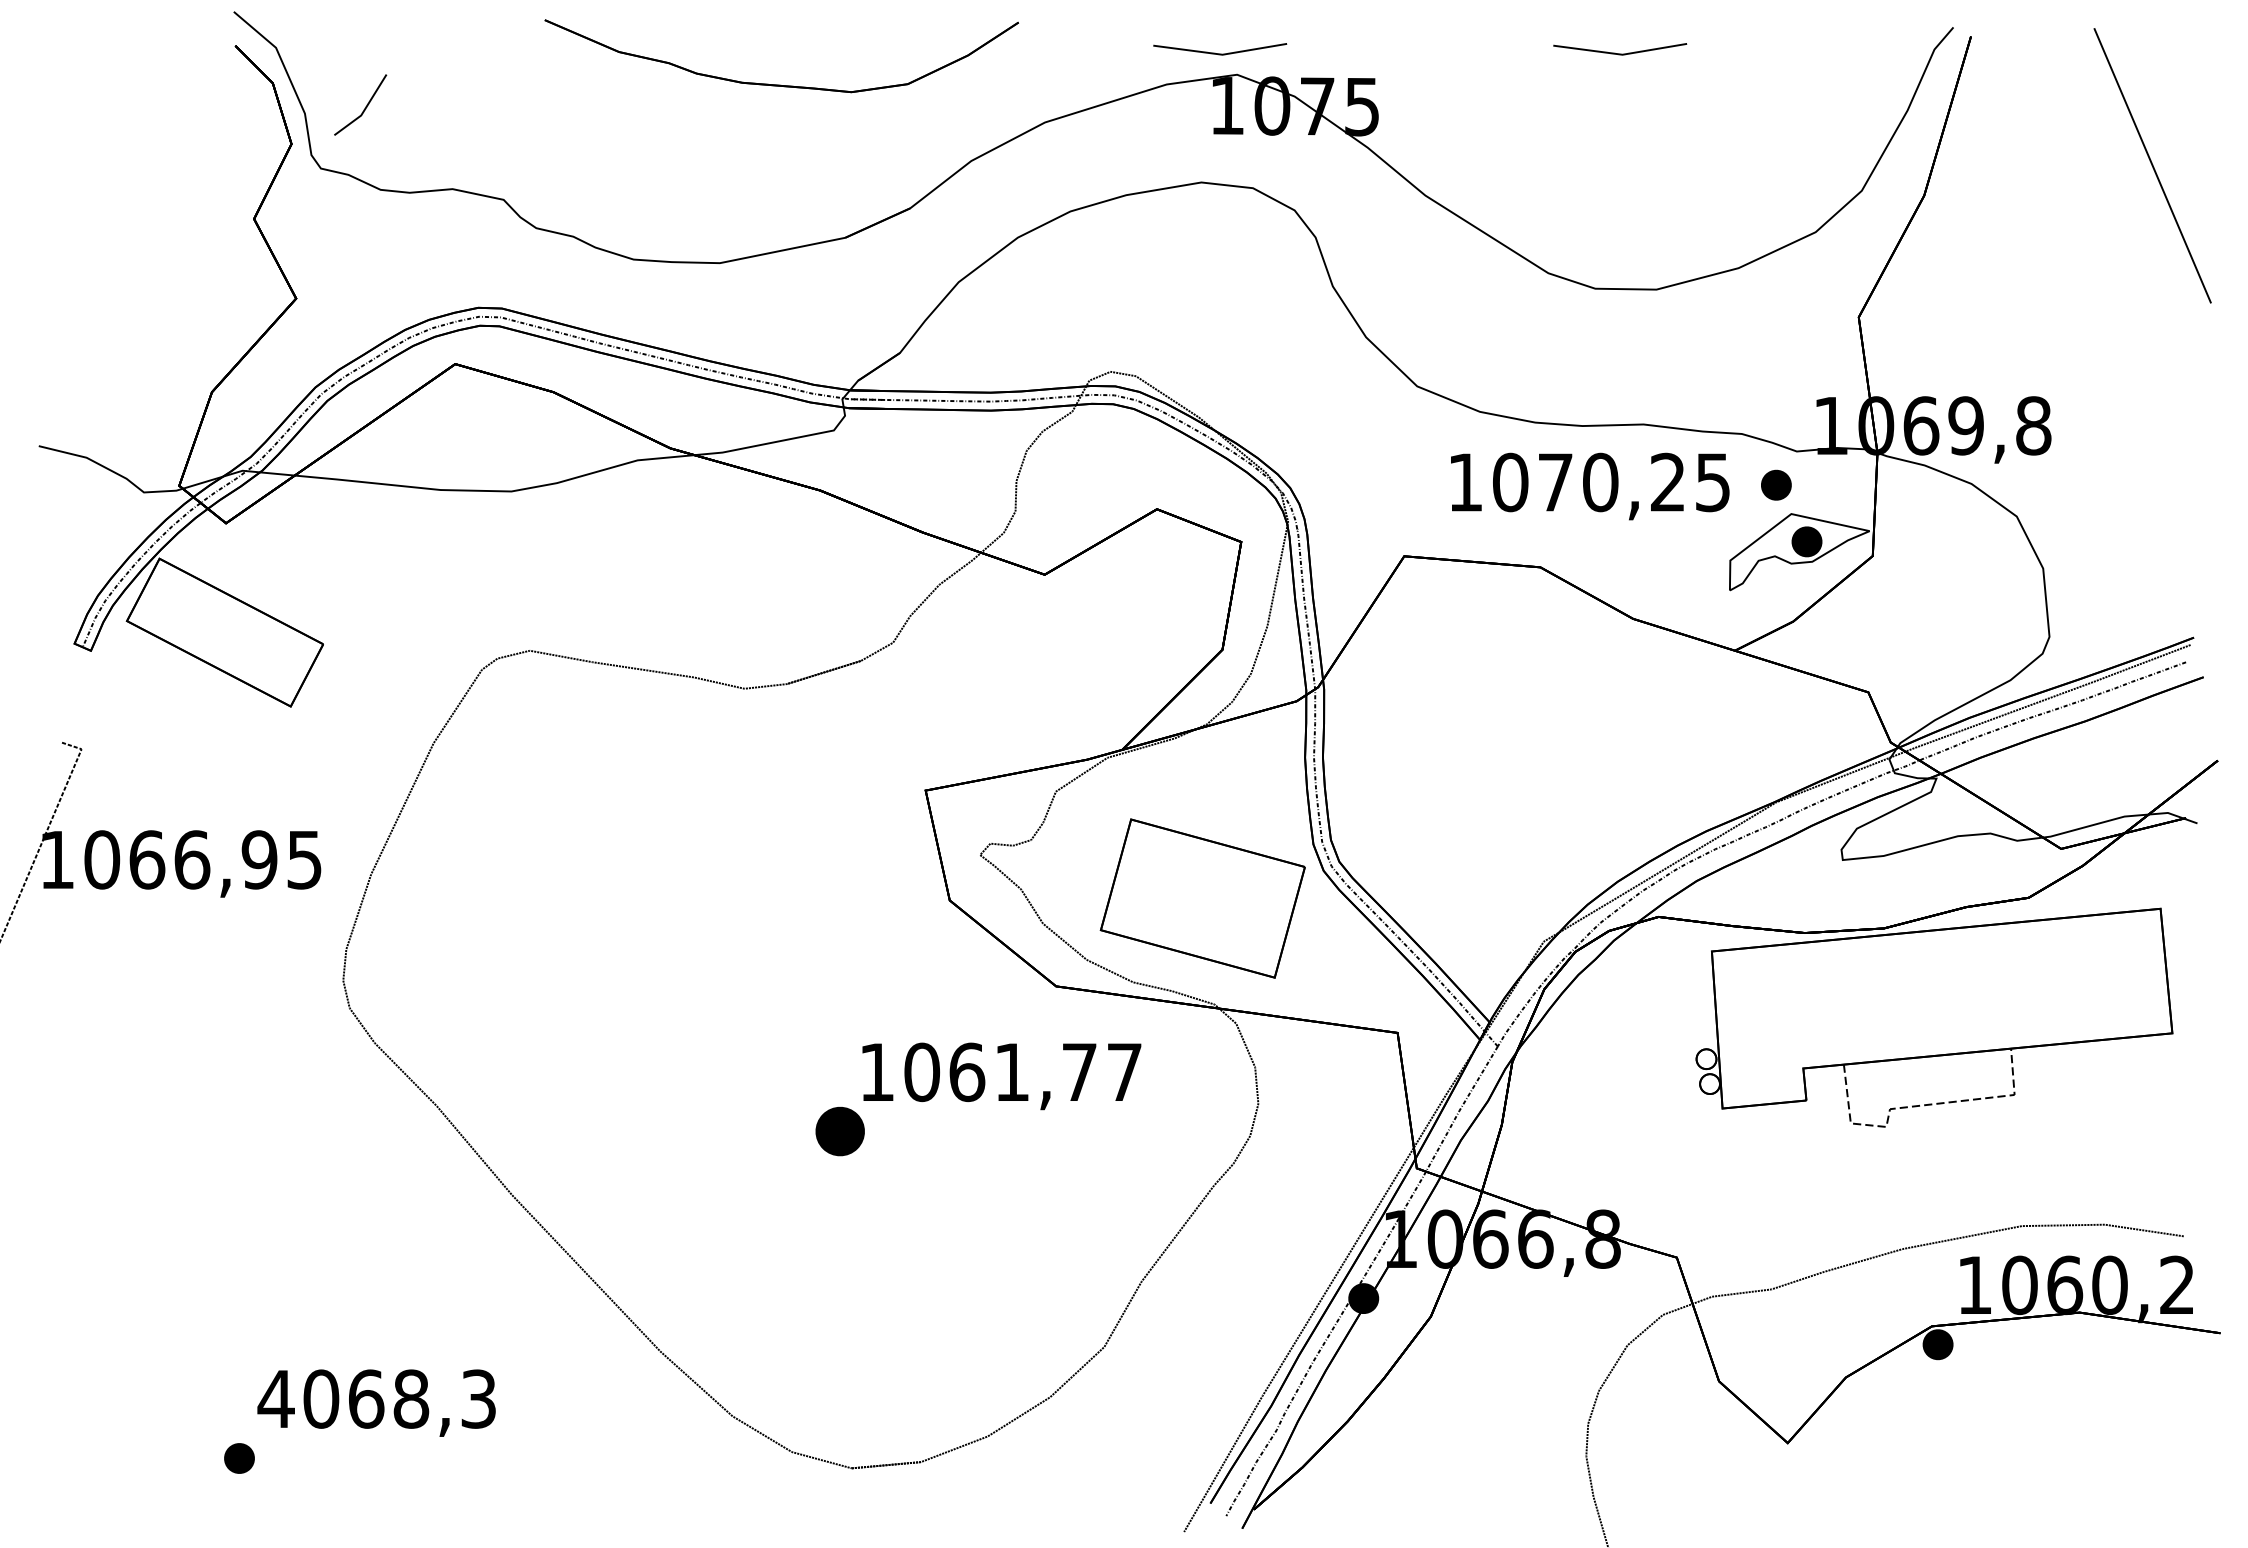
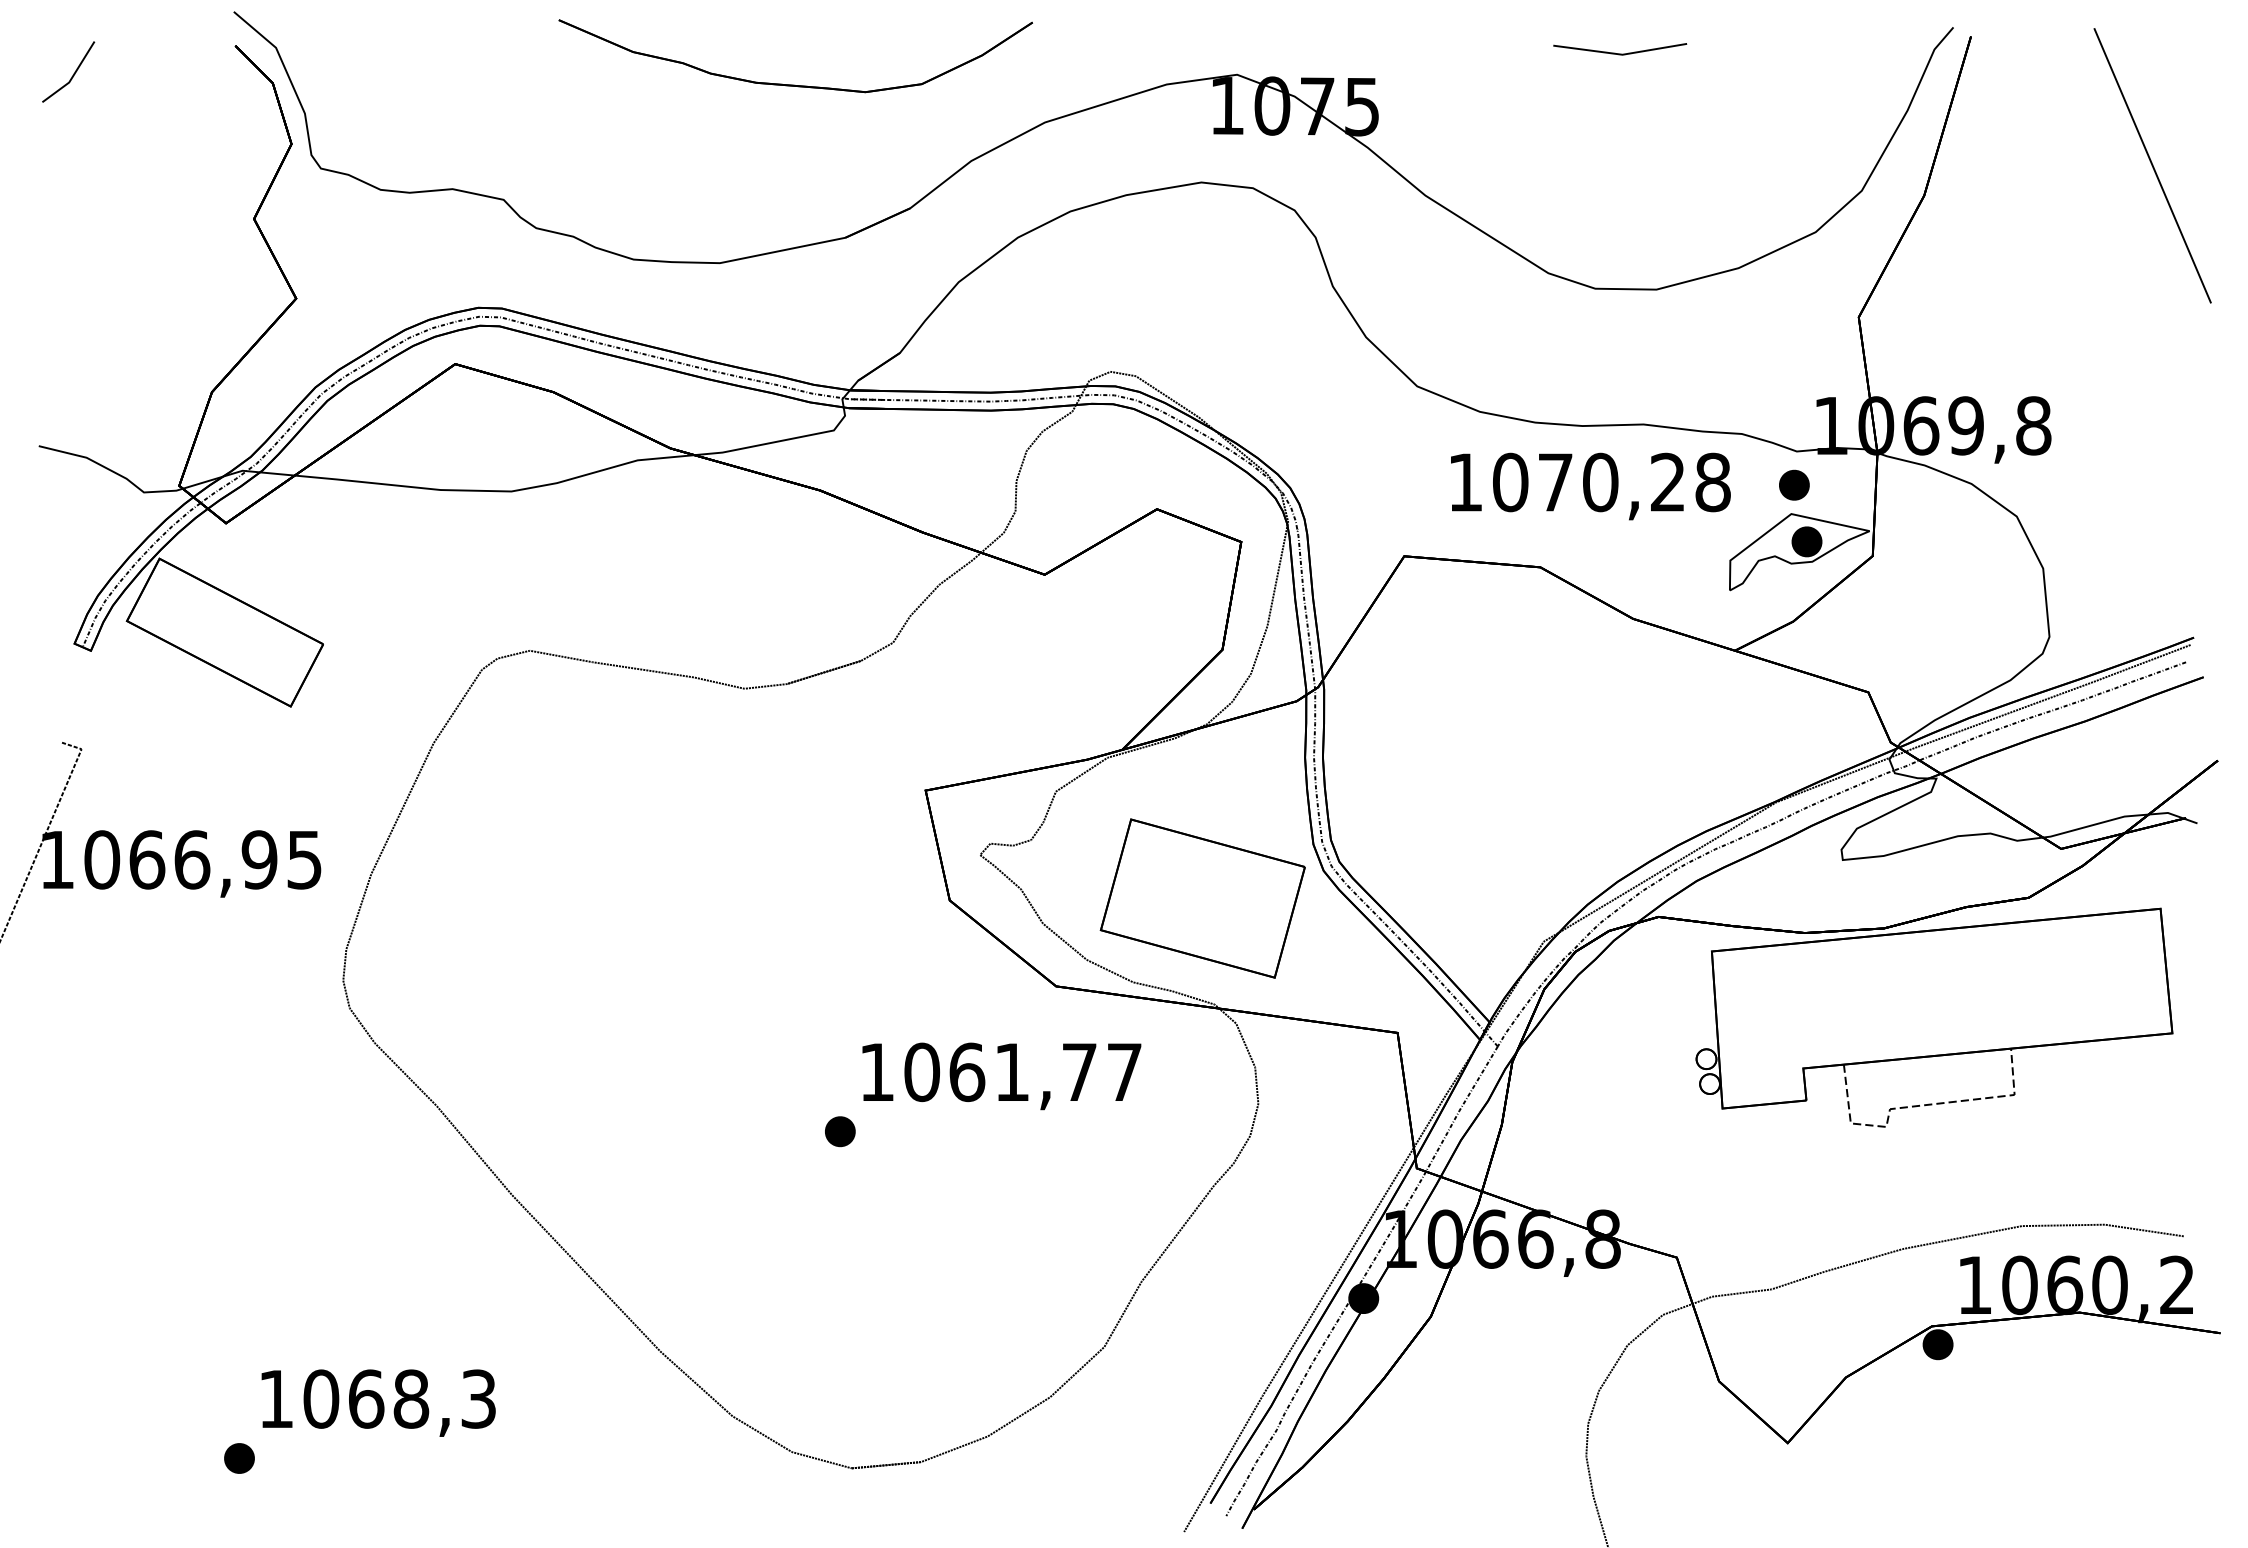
line at (1220, 53): present -> none
part at (780, 84) position: (780, 84) -> (794, 84)
line at (365, 106) position: (365, 106) -> (73, 73)
text at (1712, 482): 1070,25 -> 1070,28
part at (1776, 484) position: (1776, 484) -> (1794, 484)
part at (839, 1131) size: 50x50 px -> 31x32 px
text at (275, 1398): 4068,3 -> 1068,3
